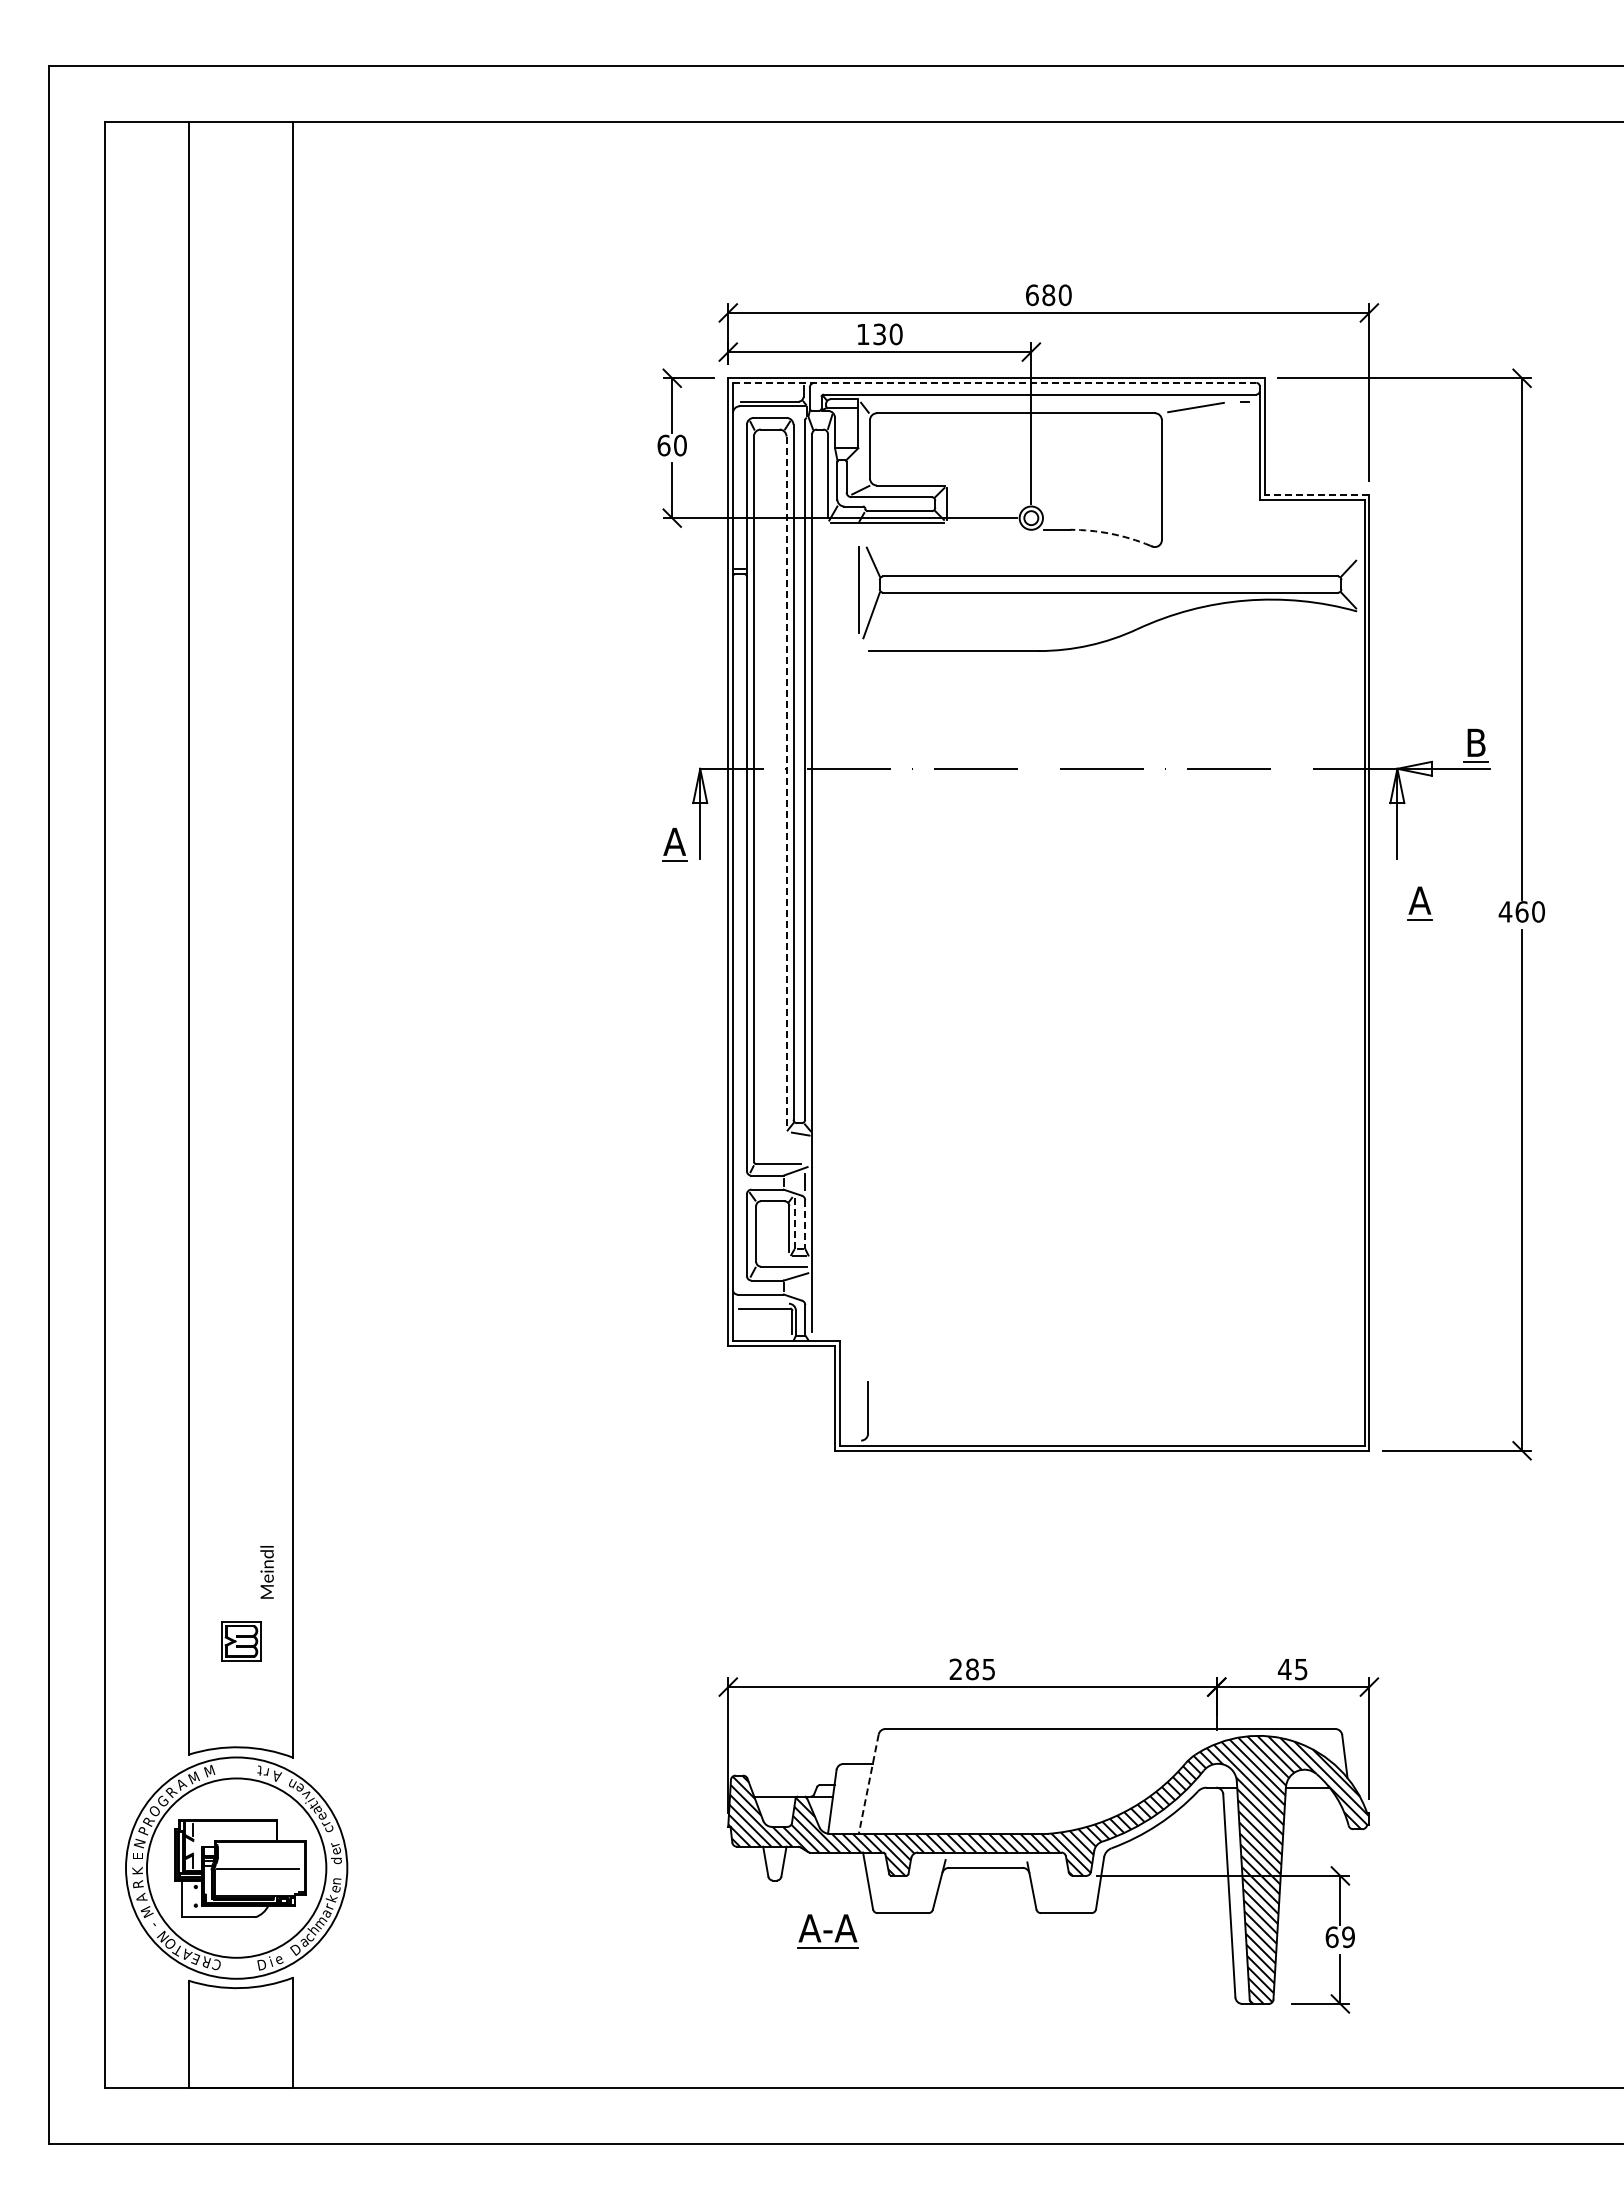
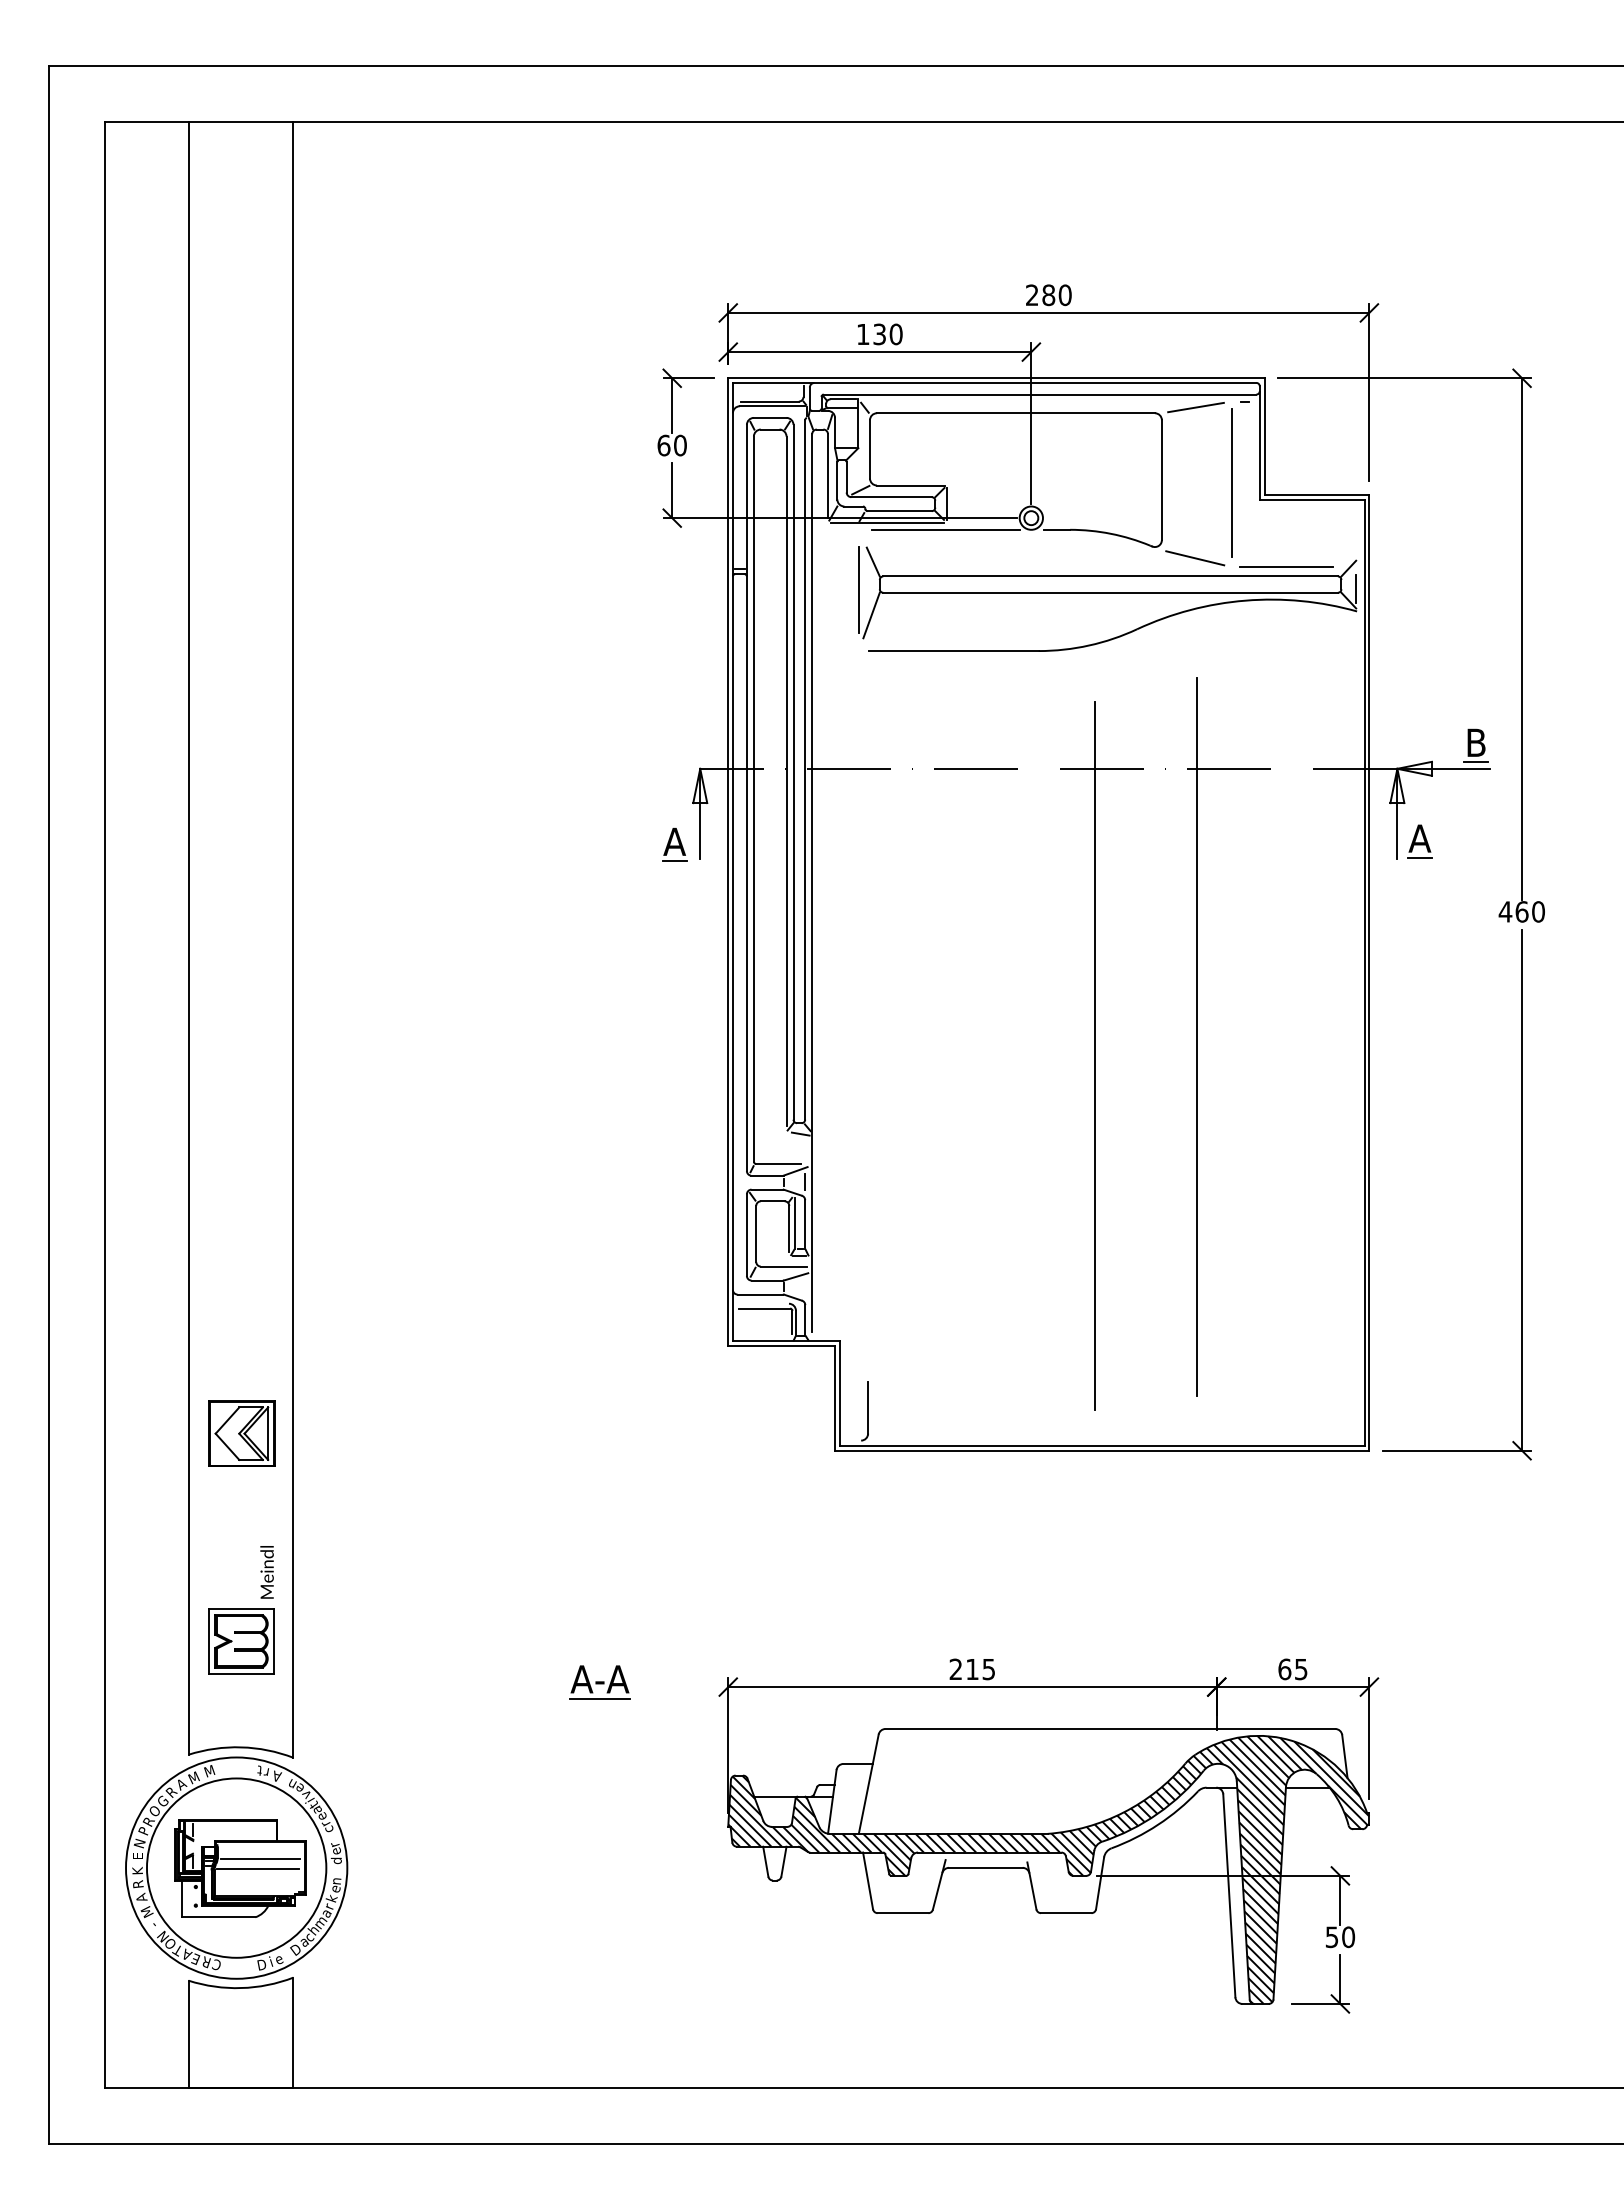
text at (1032, 295): 680 -> 280
line at (994, 382): dashed -> solid
line at (1231, 482): none -> present
line at (1316, 494): dashed -> solid
line at (946, 529): none -> present
arc at (1110, 533): dashed -> solid
line at (1195, 558): none -> present
line at (1285, 567): none -> present
line at (1356, 588): none -> present
line at (786, 781): dashed -> solid
part at (1419, 903) position: (1419, 903) -> (1419, 841)
line at (1196, 1036): none -> present
line at (1094, 1055): none -> present
line at (794, 1223): dashed -> solid
line at (805, 1224): dashed -> solid
part at (241, 1433): none -> present
part at (241, 1641) size: 41x41 px -> 67x67 px
text at (972, 1669): 285 -> 215
text at (1284, 1669): 45 -> 65
line at (868, 1784): dashed -> solid
line at (260, 1858): none -> present
part at (827, 1931) position: (827, 1931) -> (599, 1682)
text at (1340, 1937): 69 -> 50
